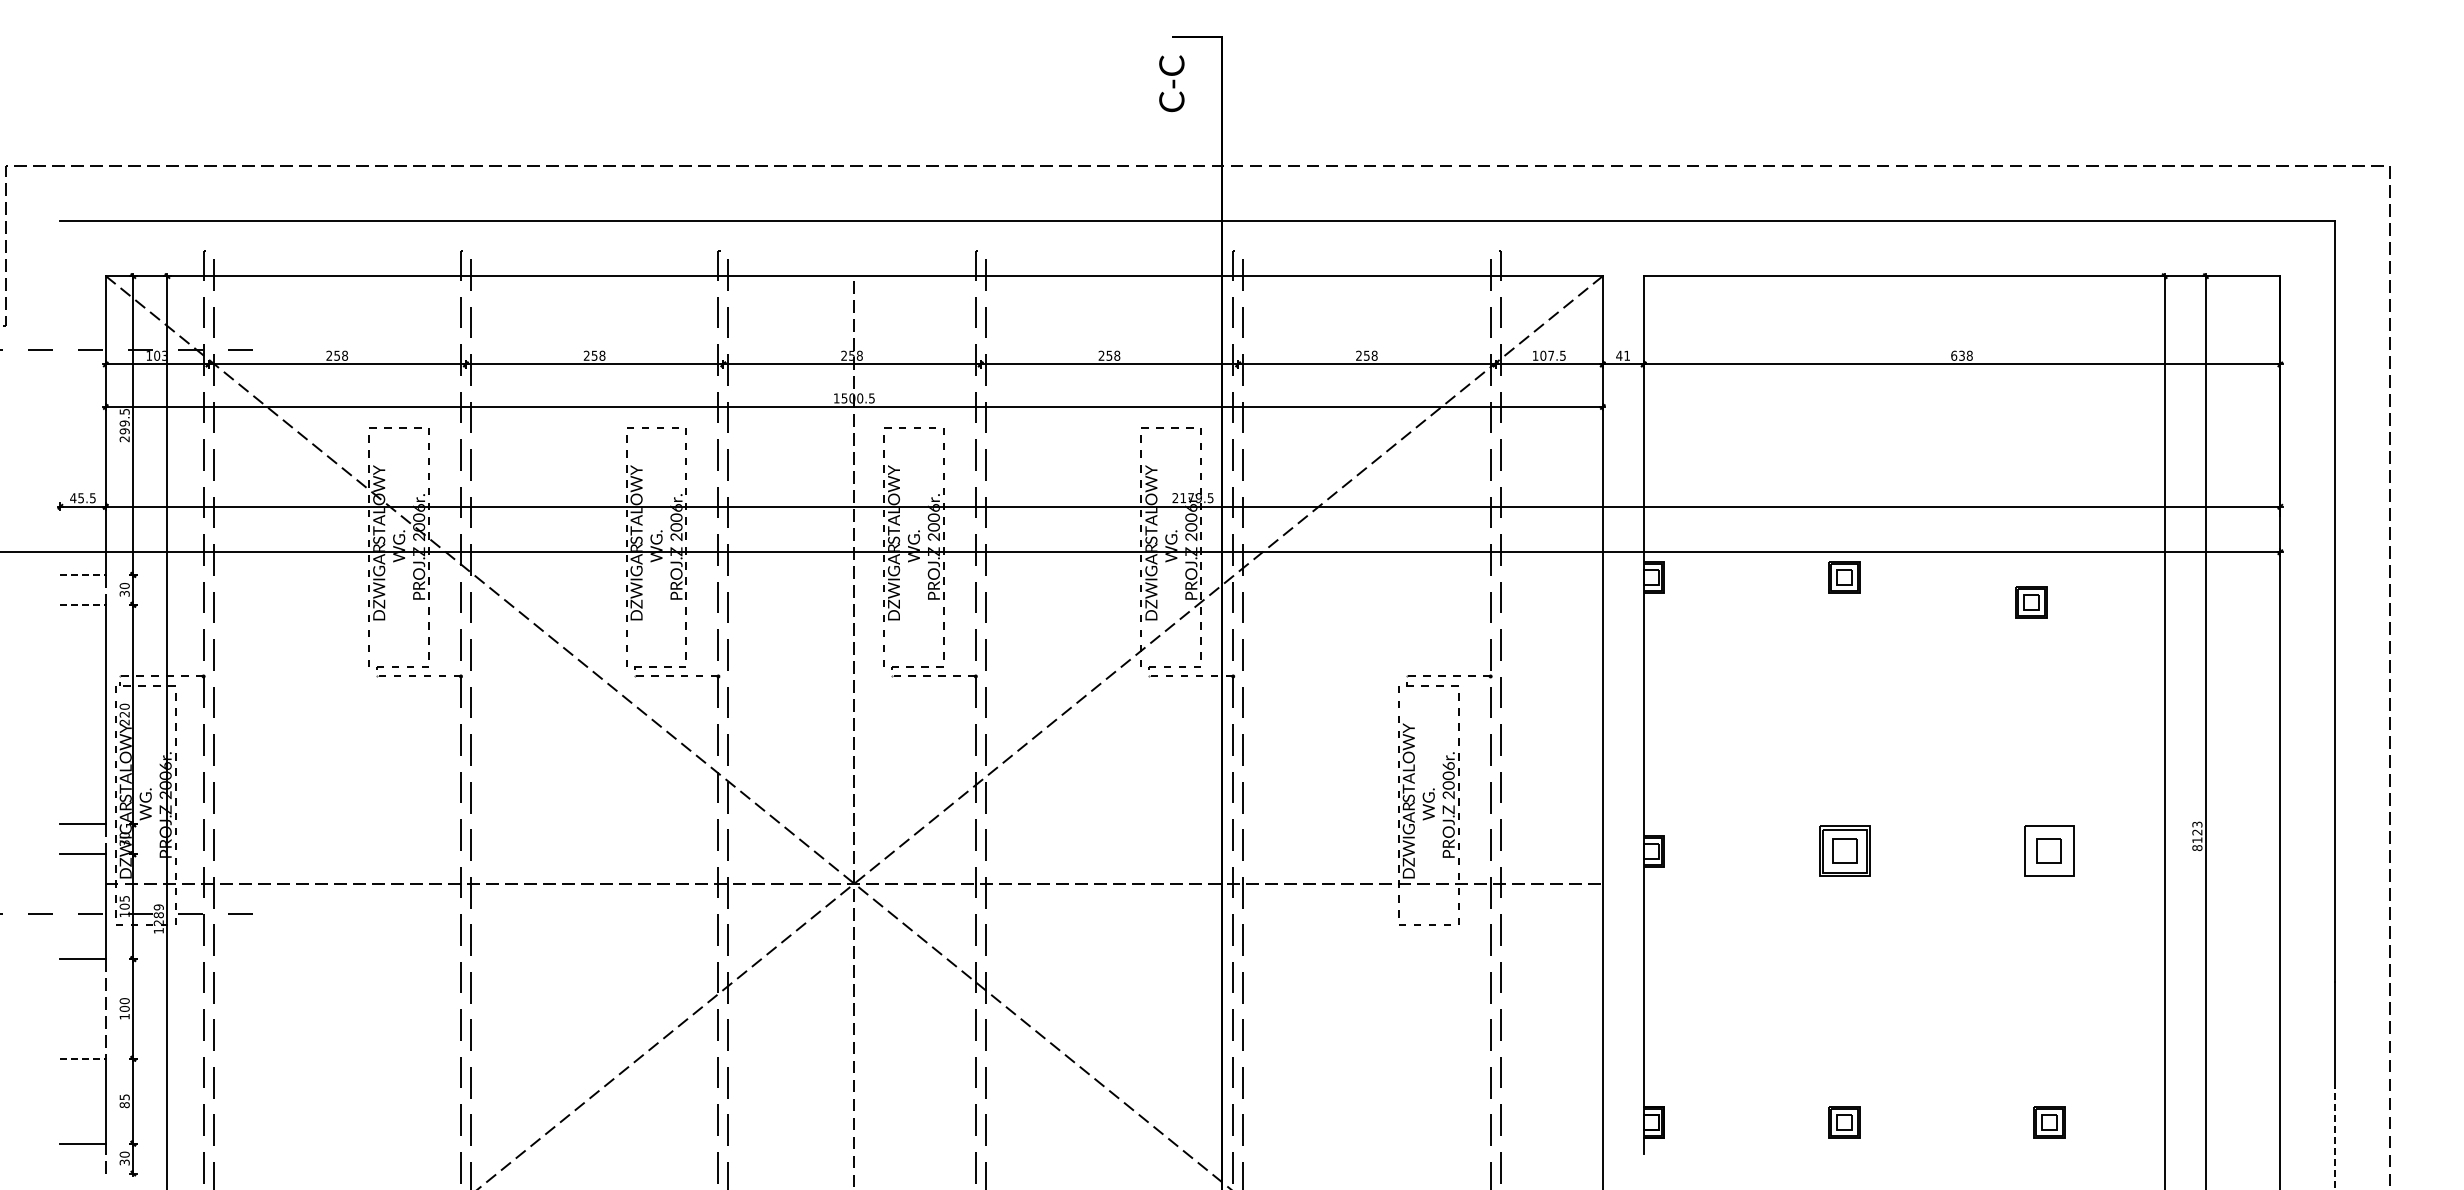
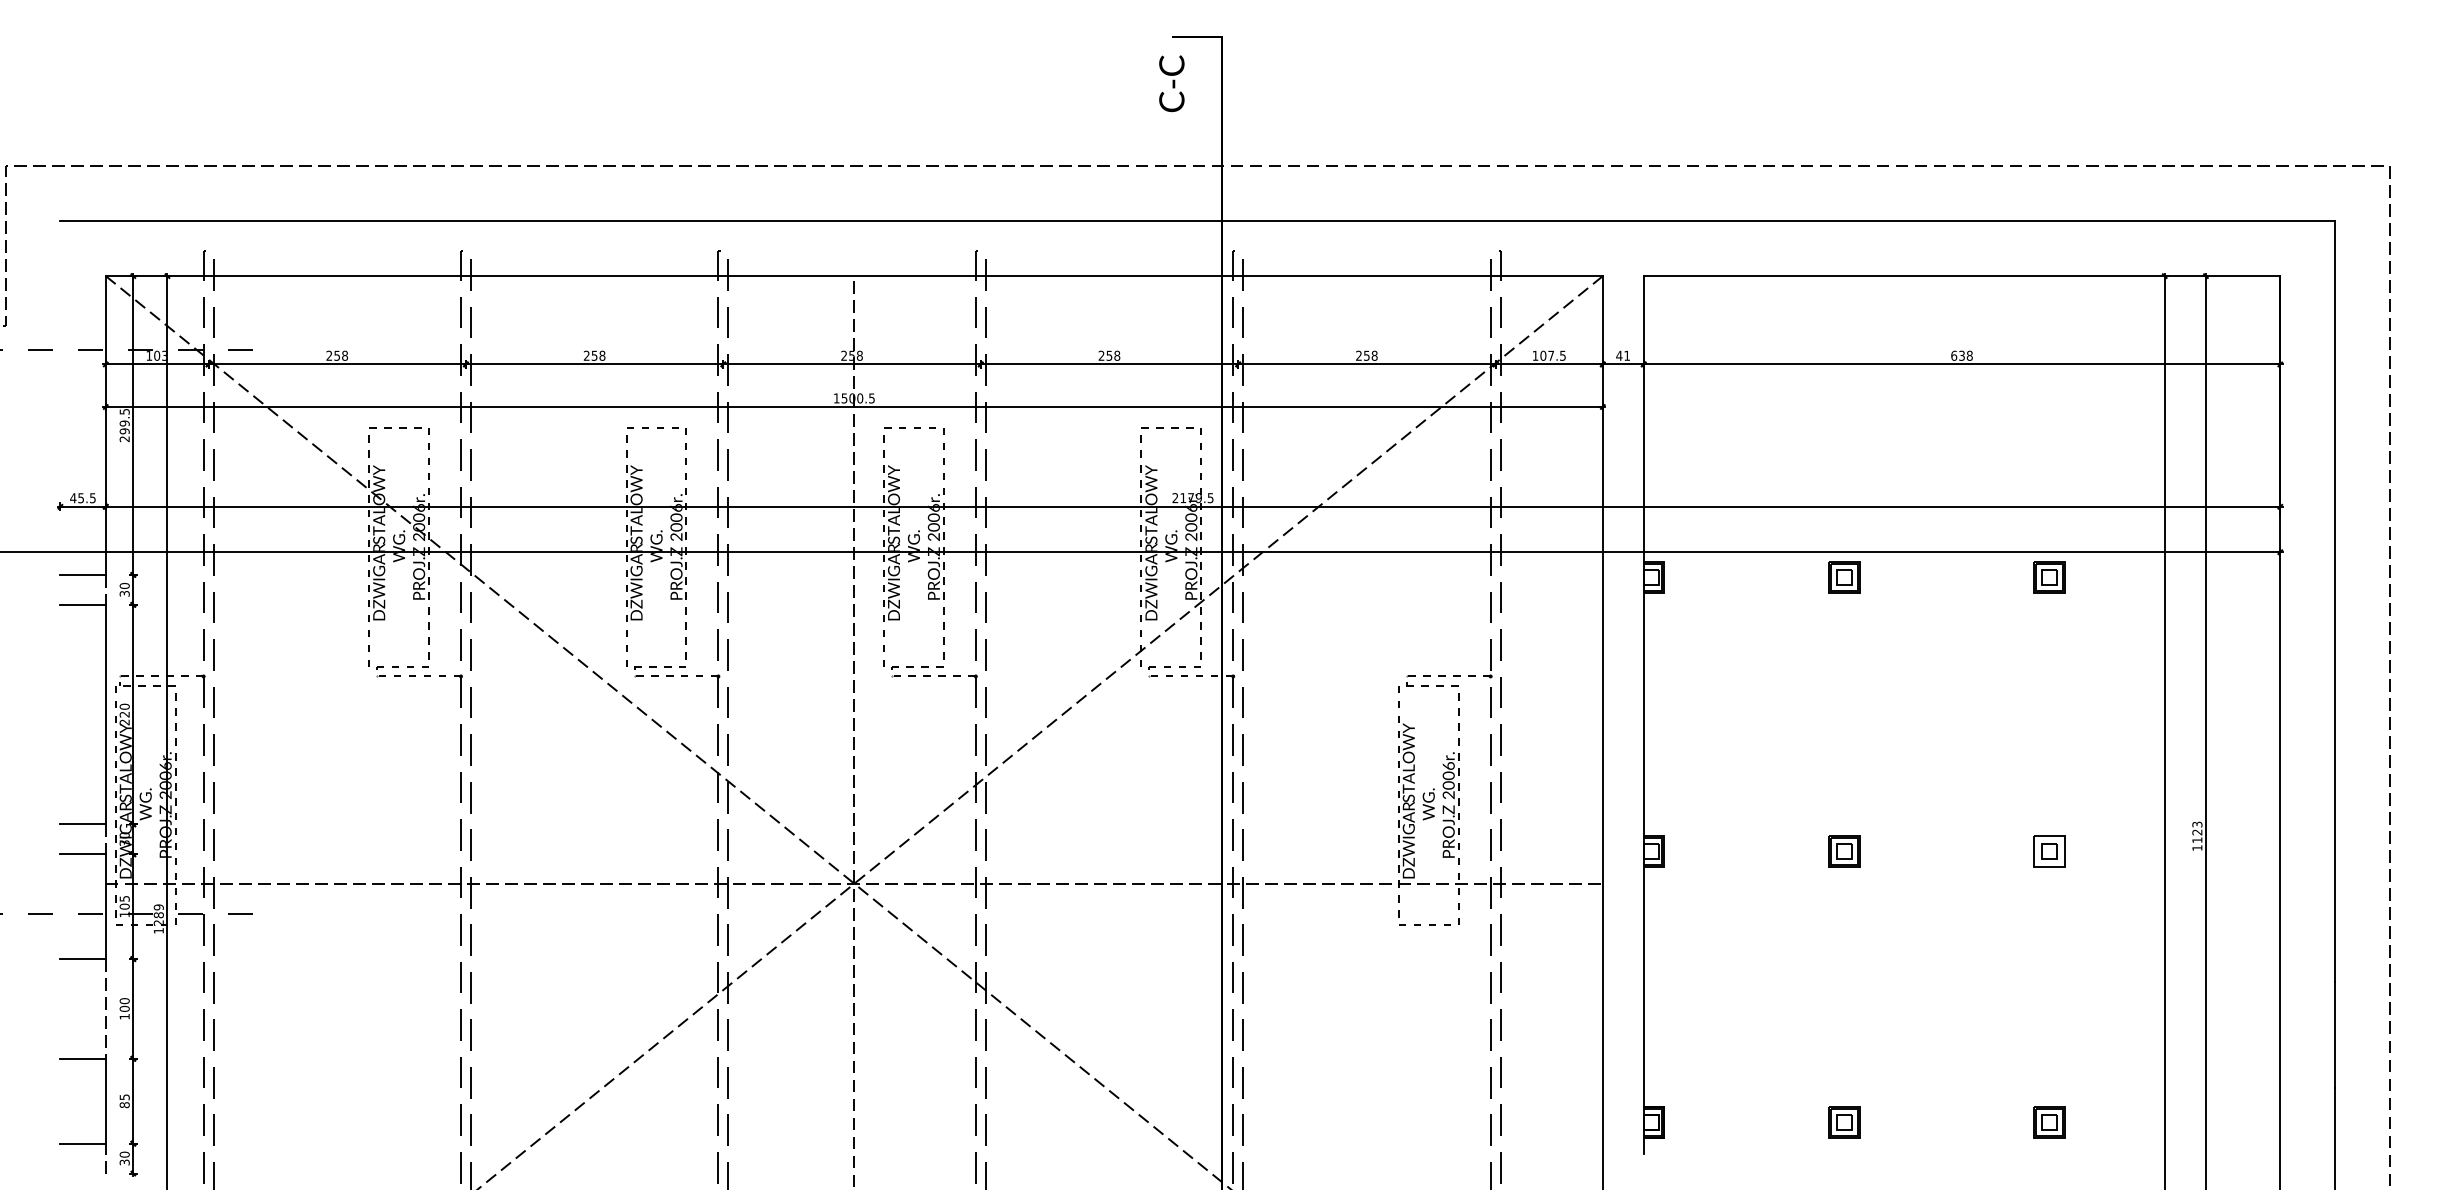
line at (83, 574): dashed -> solid
part at (2031, 602) position: (2031, 602) -> (2049, 577)
line at (83, 604): dashed -> solid
text at (2197, 848): 8123 -> 1123
part at (1844, 850) size: 52x52 px -> 33x33 px
part at (2049, 850) size: 51x52 px -> 33x33 px
line at (83, 1058): dashed -> solid
line at (2335, 1138): dashed -> solid
